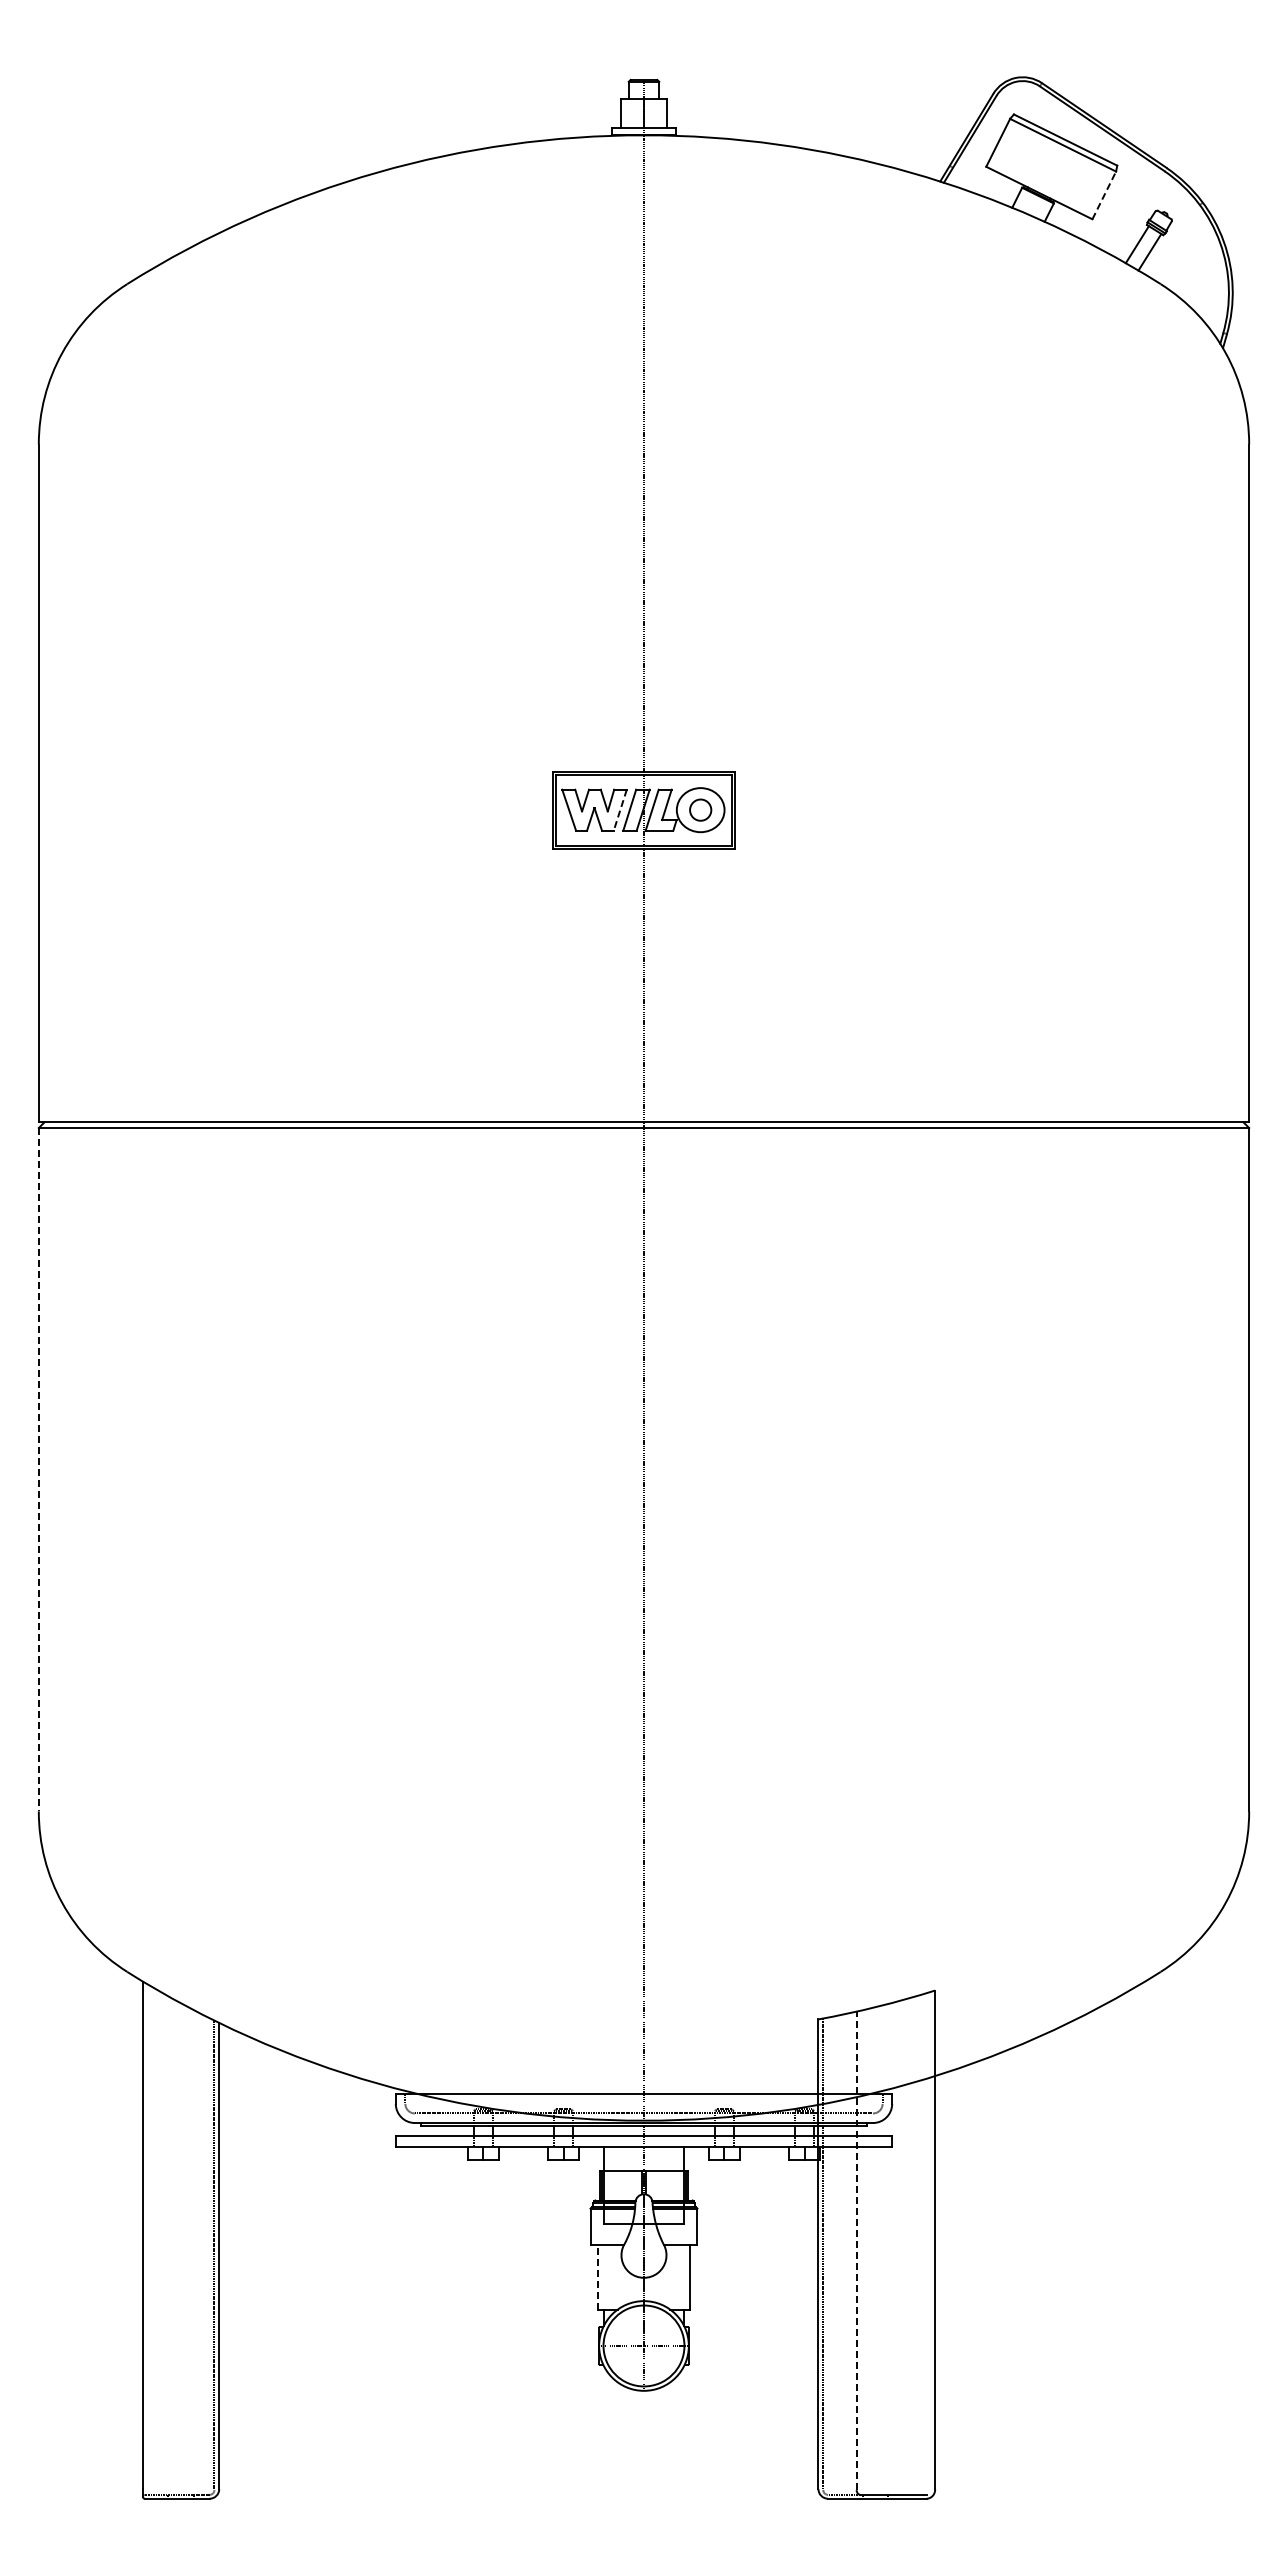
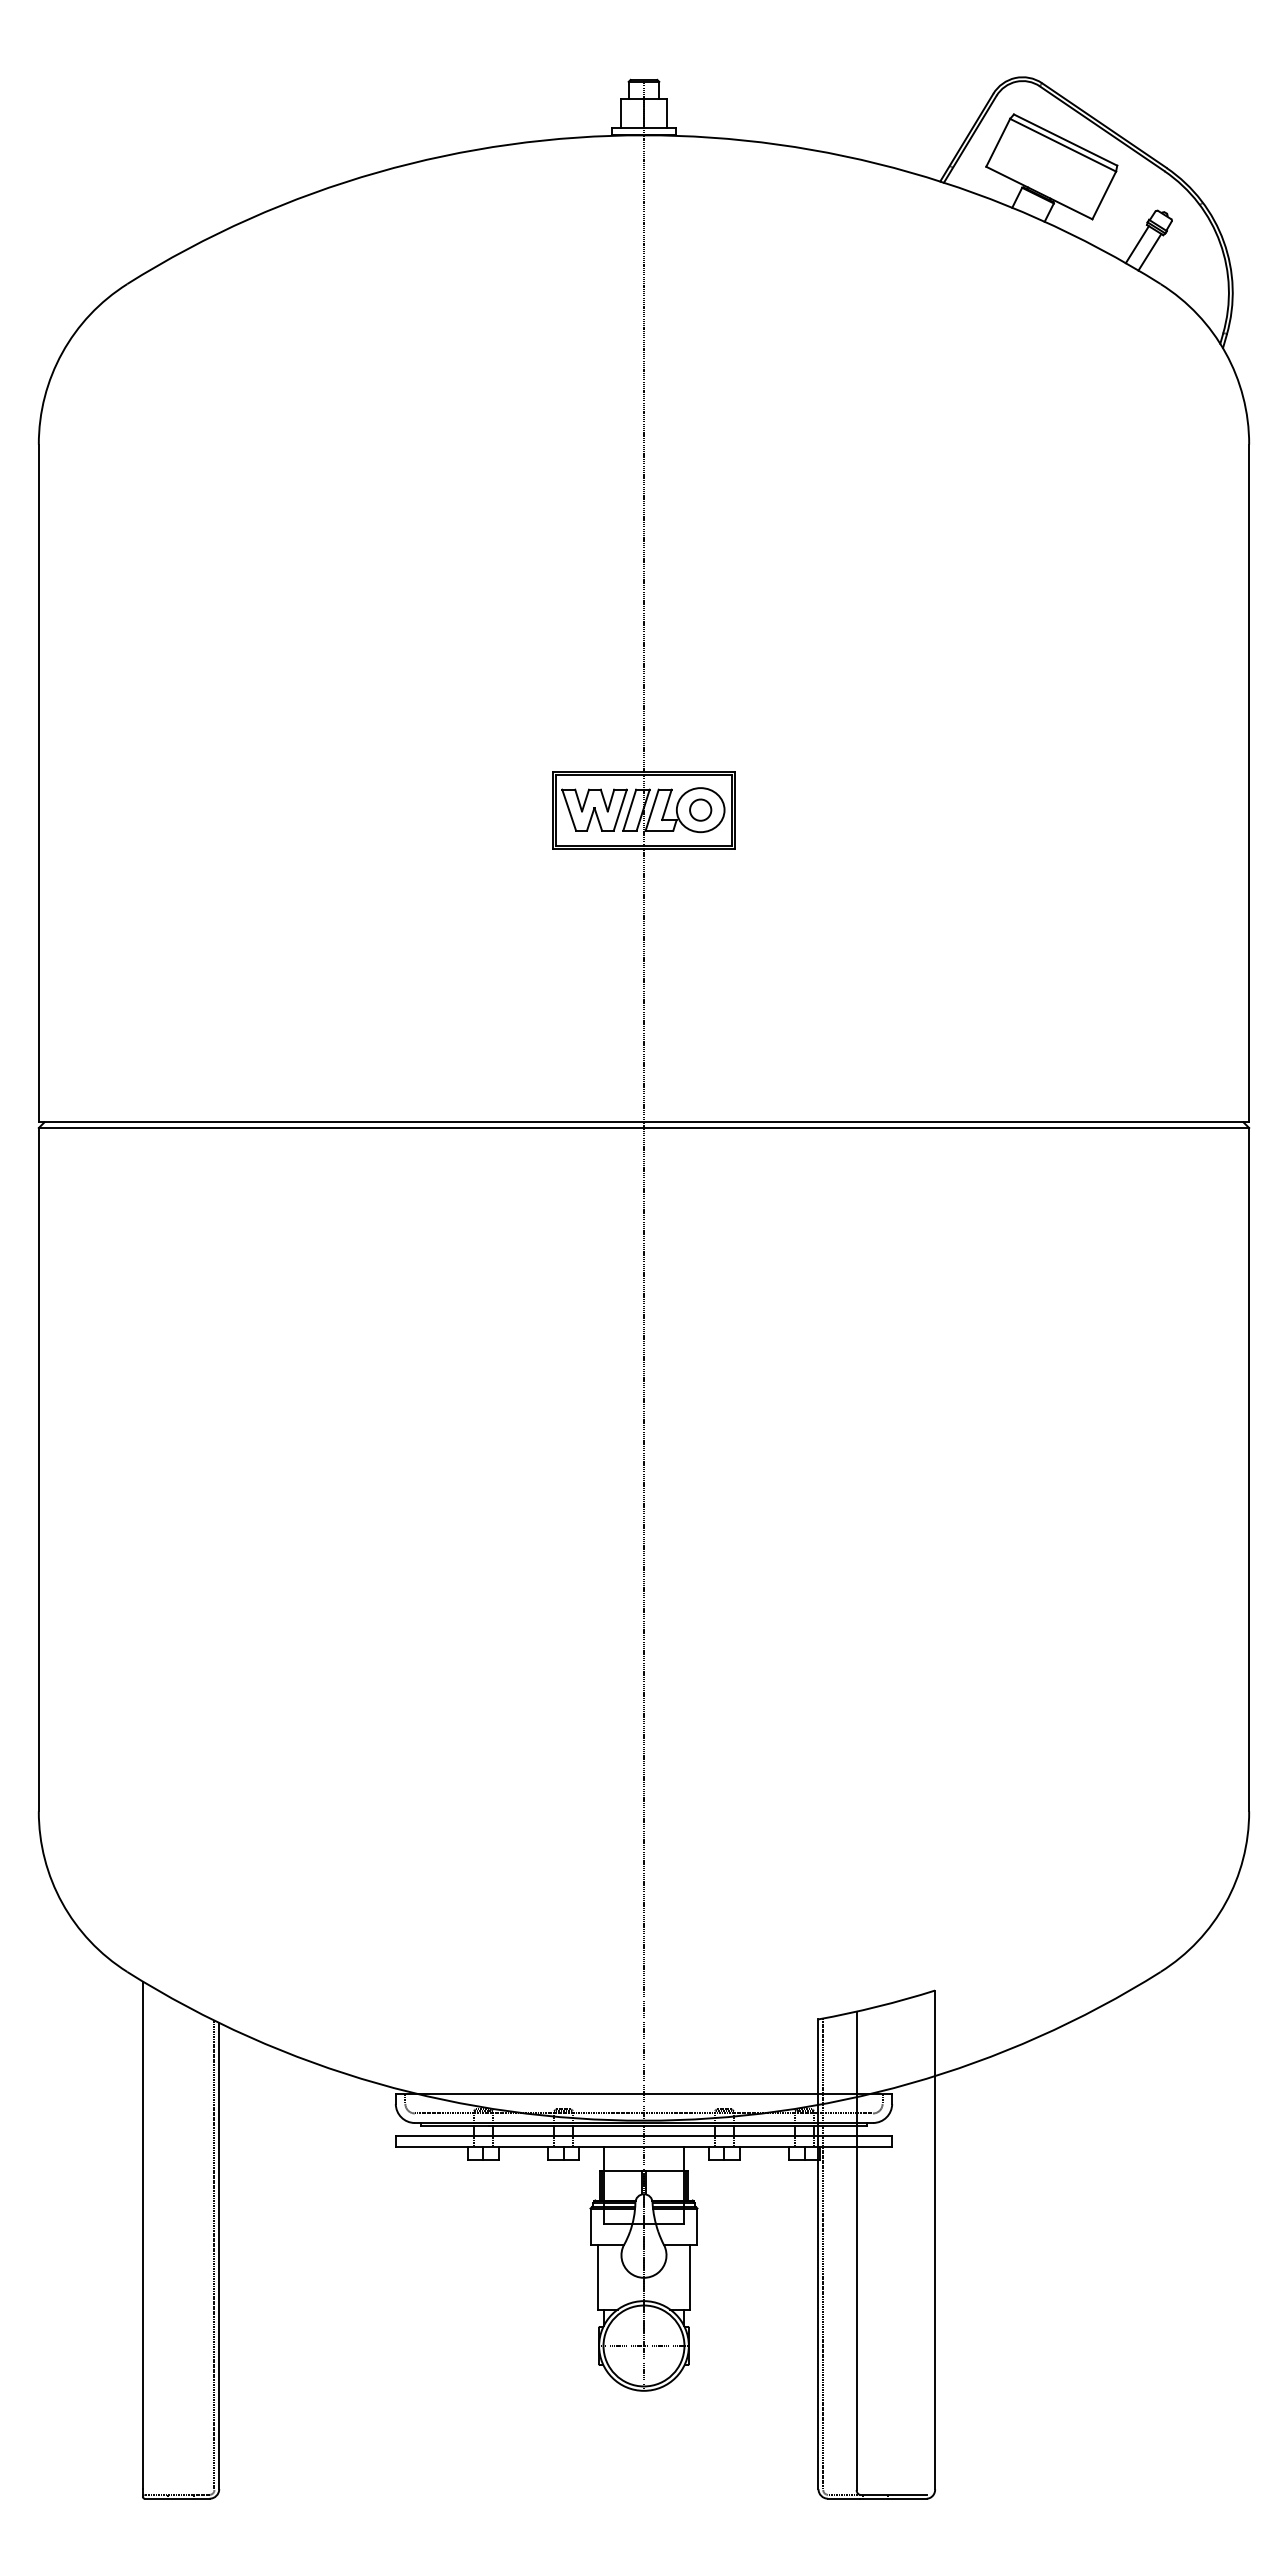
line at (1104, 195): dashed -> solid
line at (620, 810): dashed -> solid
line at (38, 1469): dashed -> solid
line at (856, 2250): dashed -> solid
line at (597, 2276): dashed -> solid
